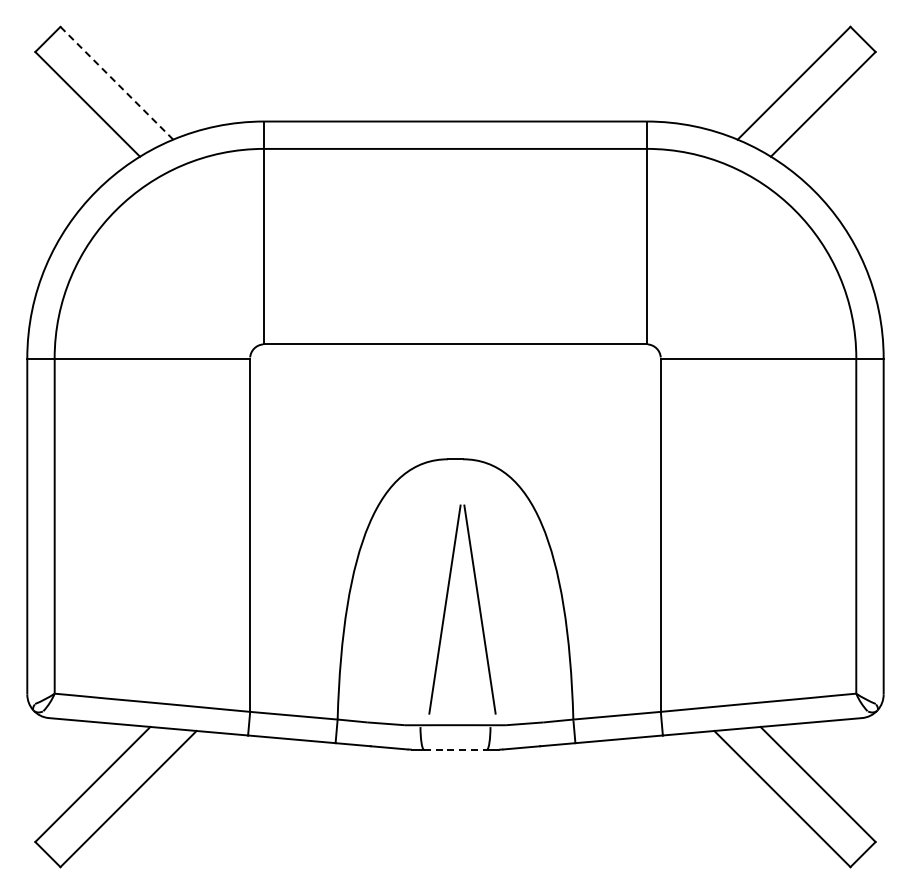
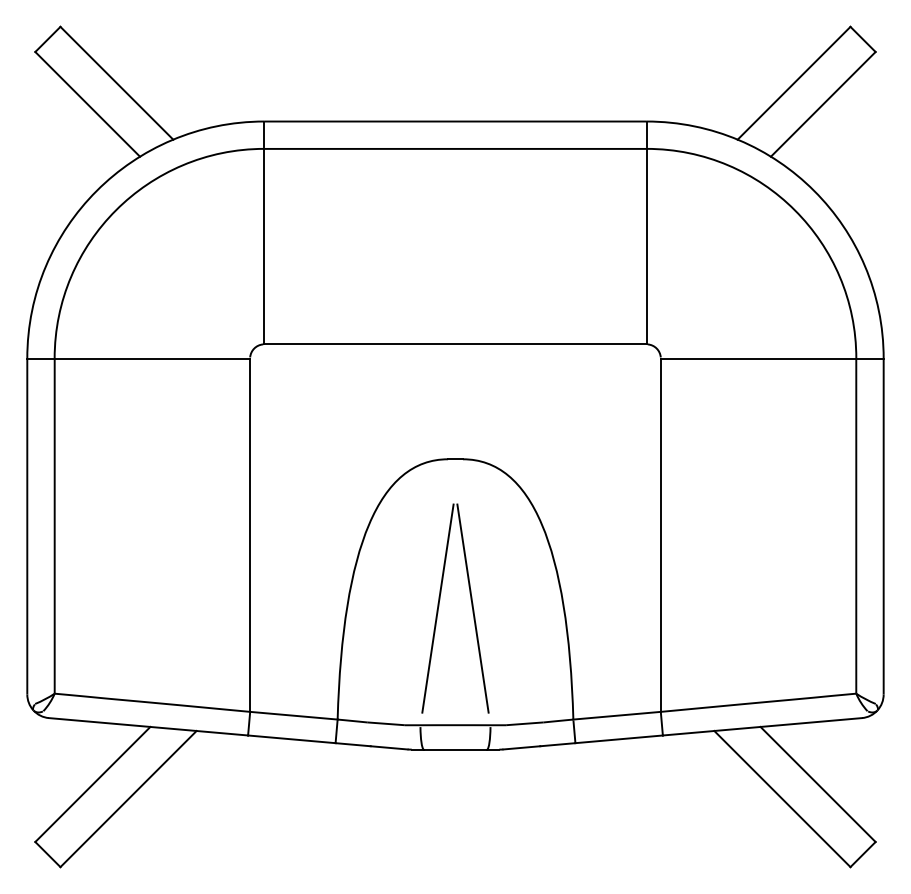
line at (116, 83): dashed -> solid
part at (446, 607) position: (446, 607) -> (439, 606)
line at (455, 749): dashed -> solid
